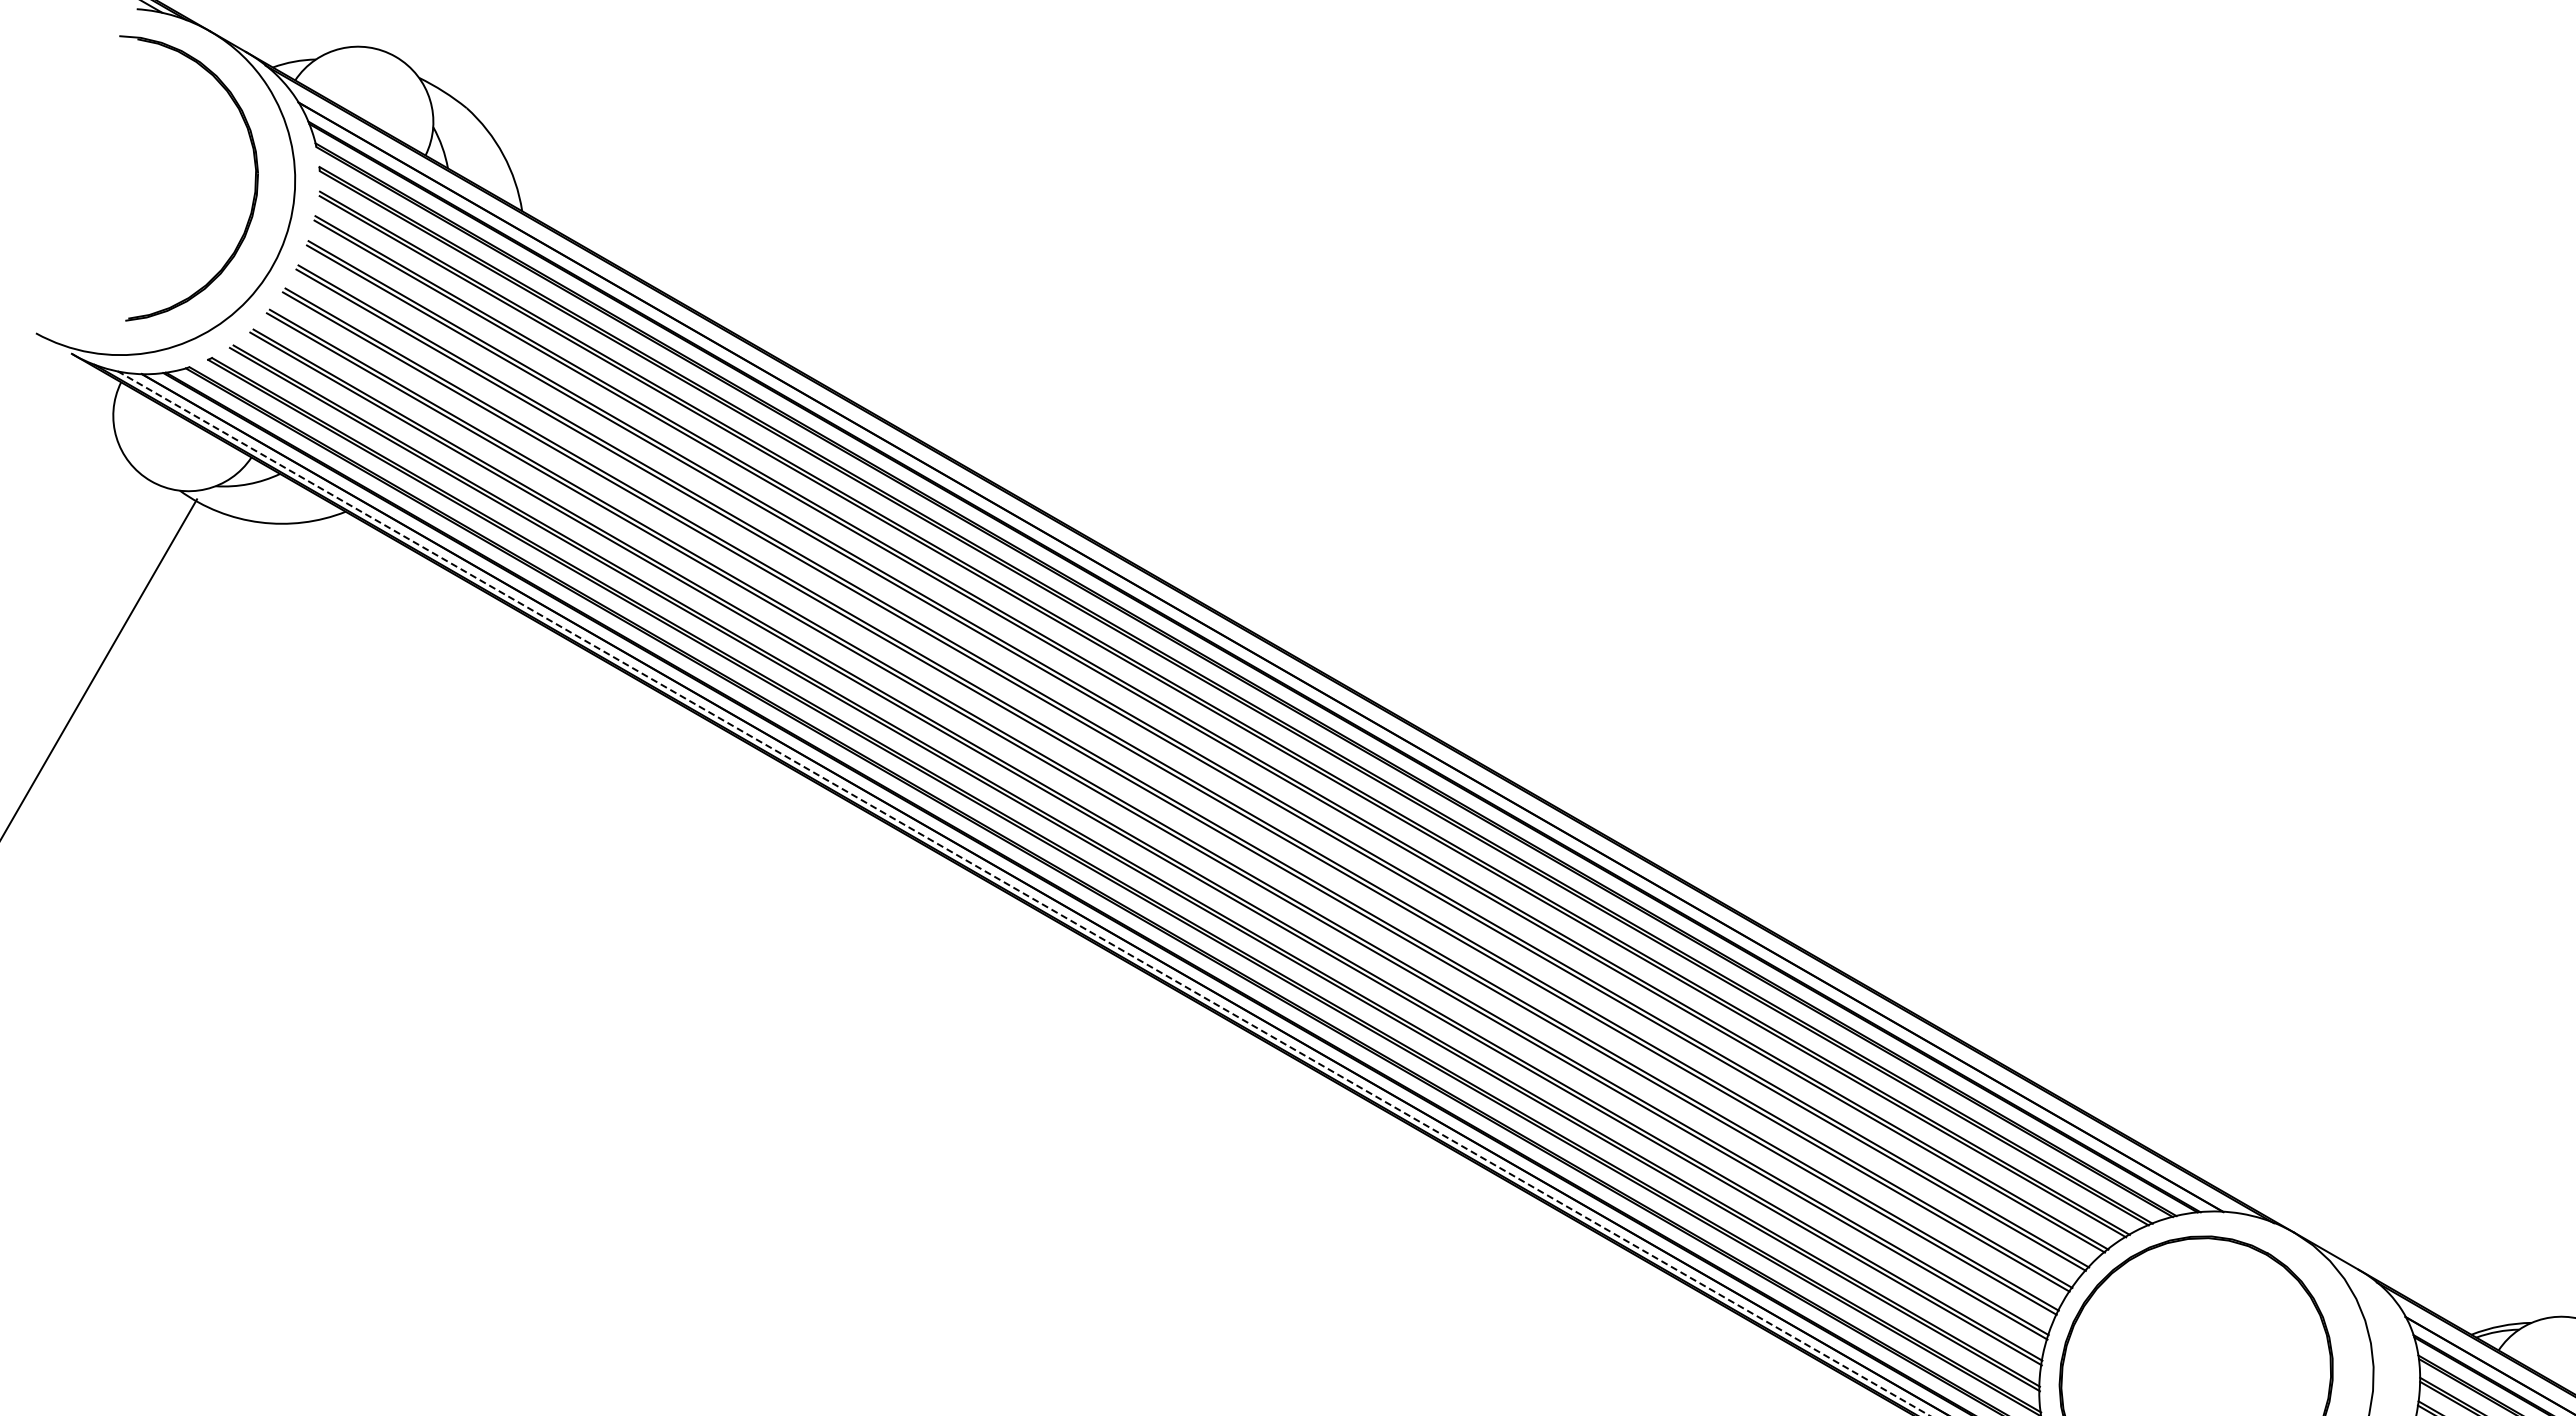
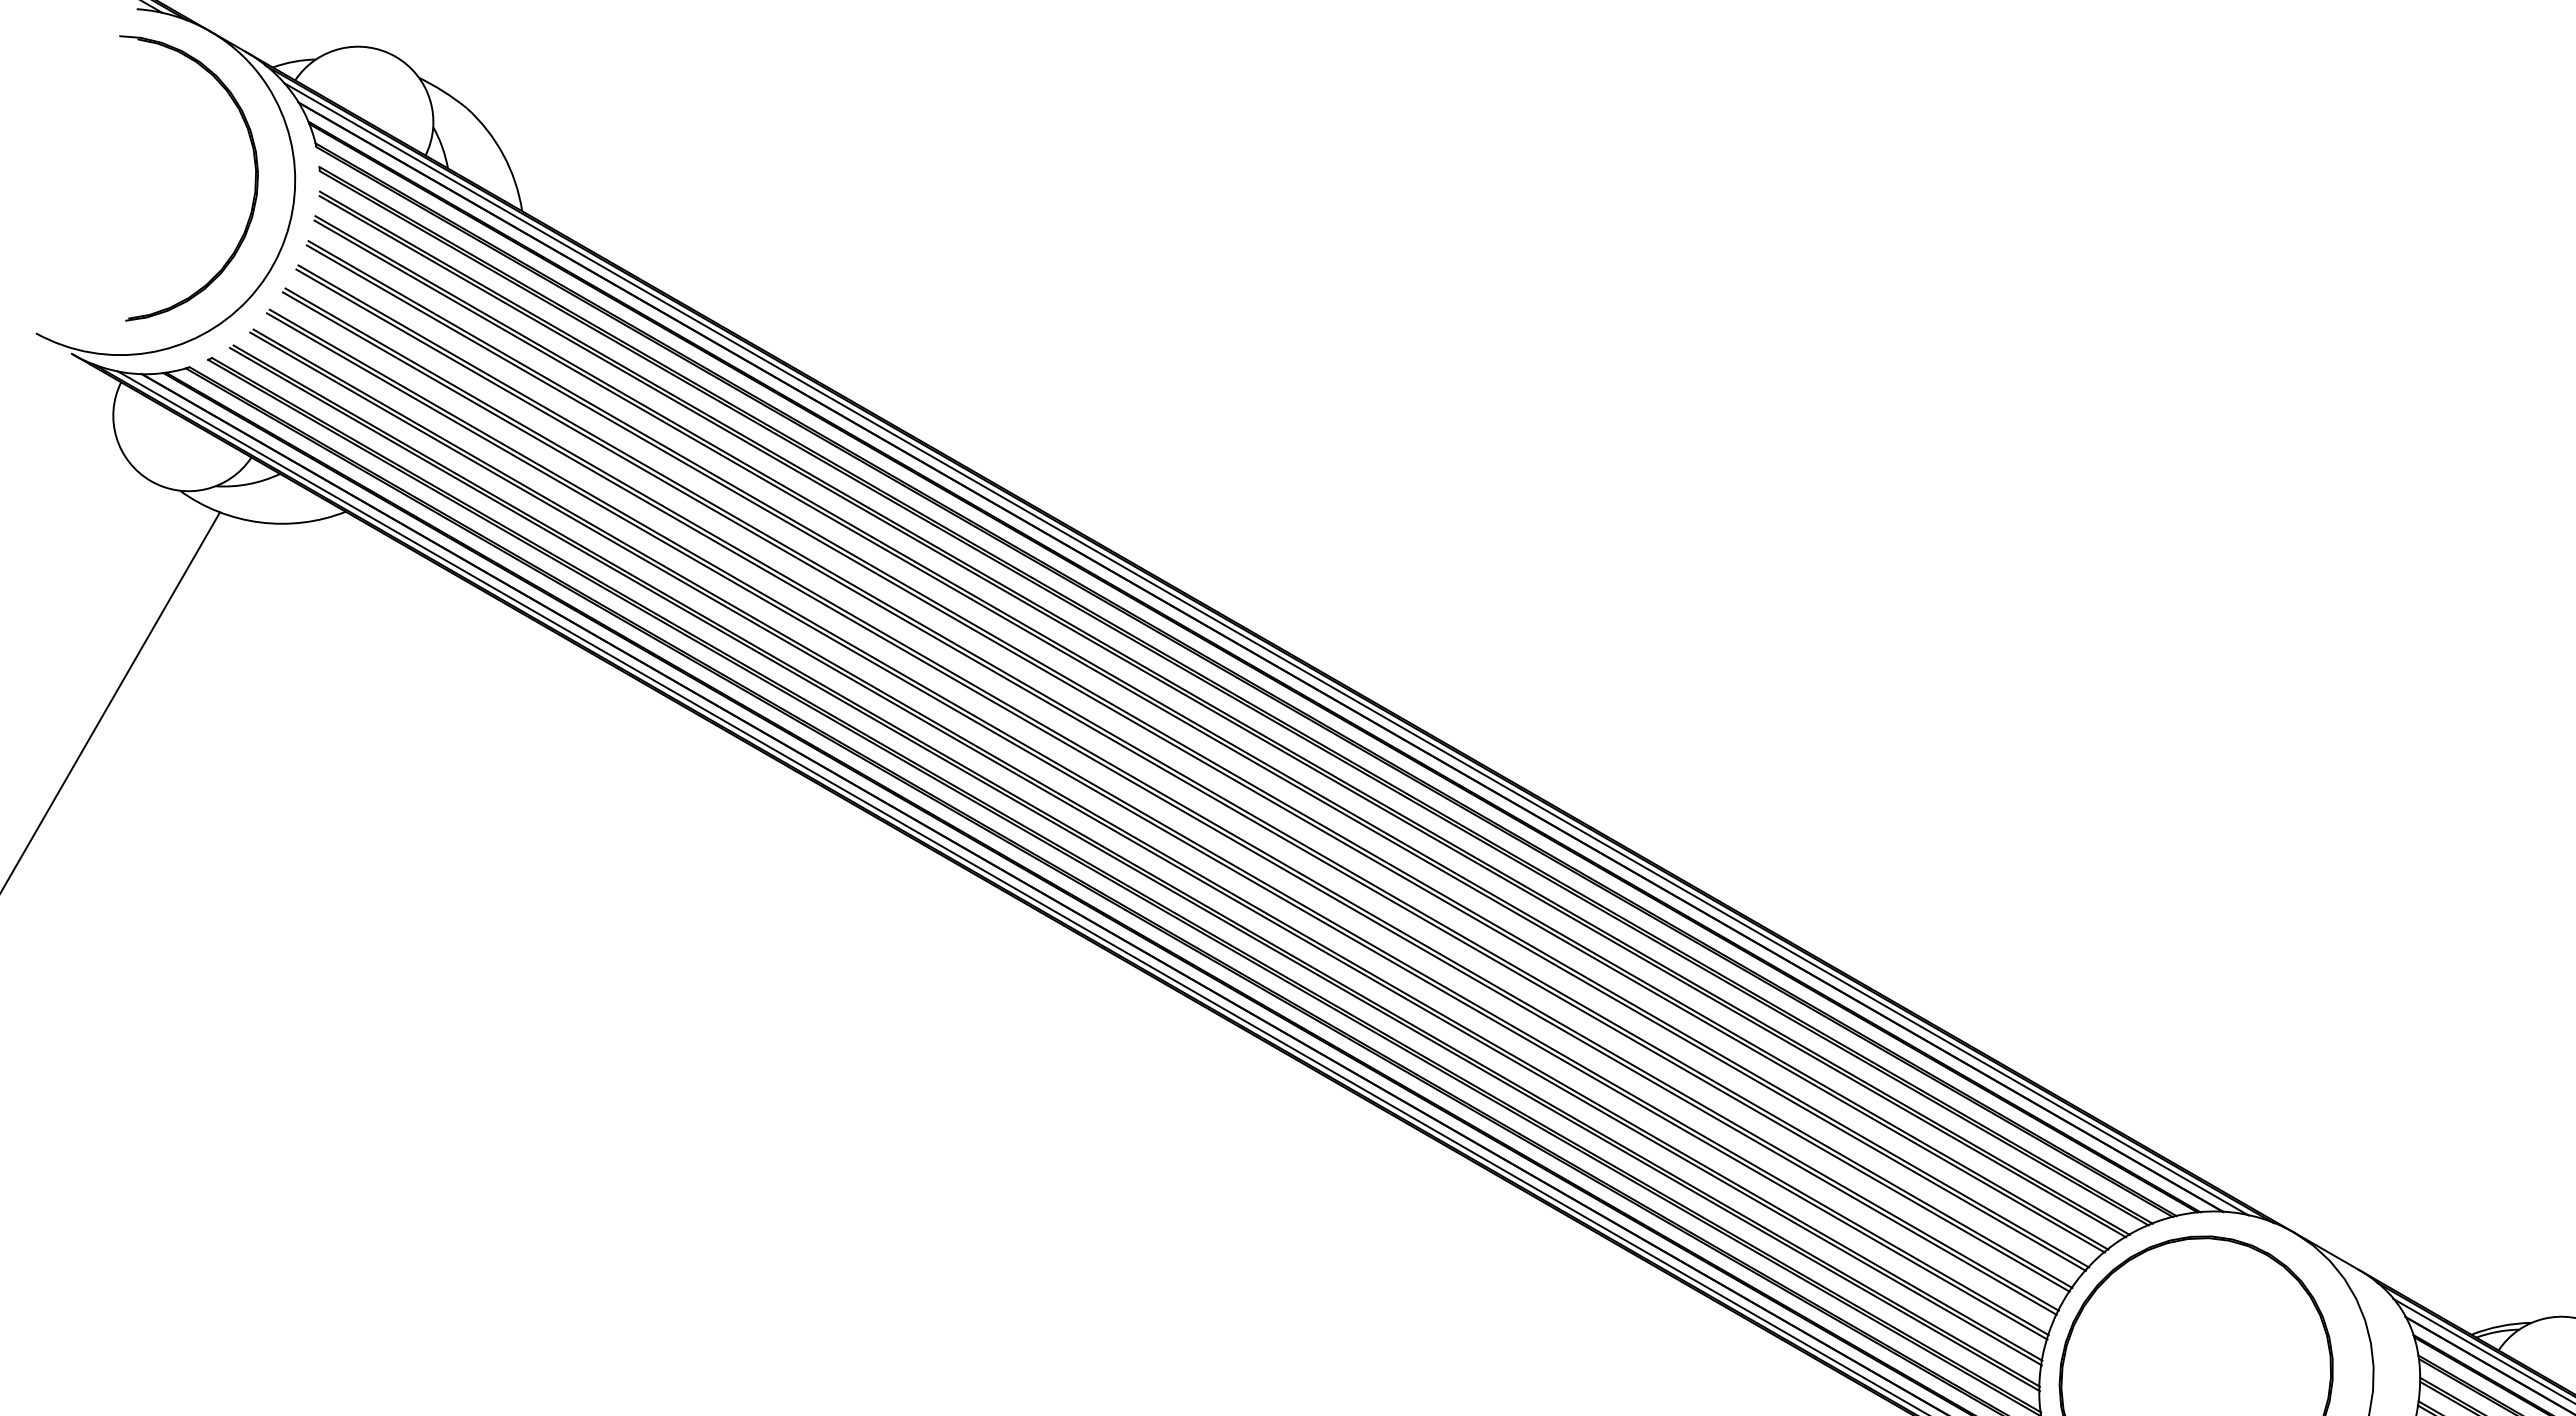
line at (1266, 649): none -> present
line at (99, 668) position: (99, 668) -> (111, 701)
line at (1023, 893): dashed -> solid
line at (2482, 1350): none -> present
